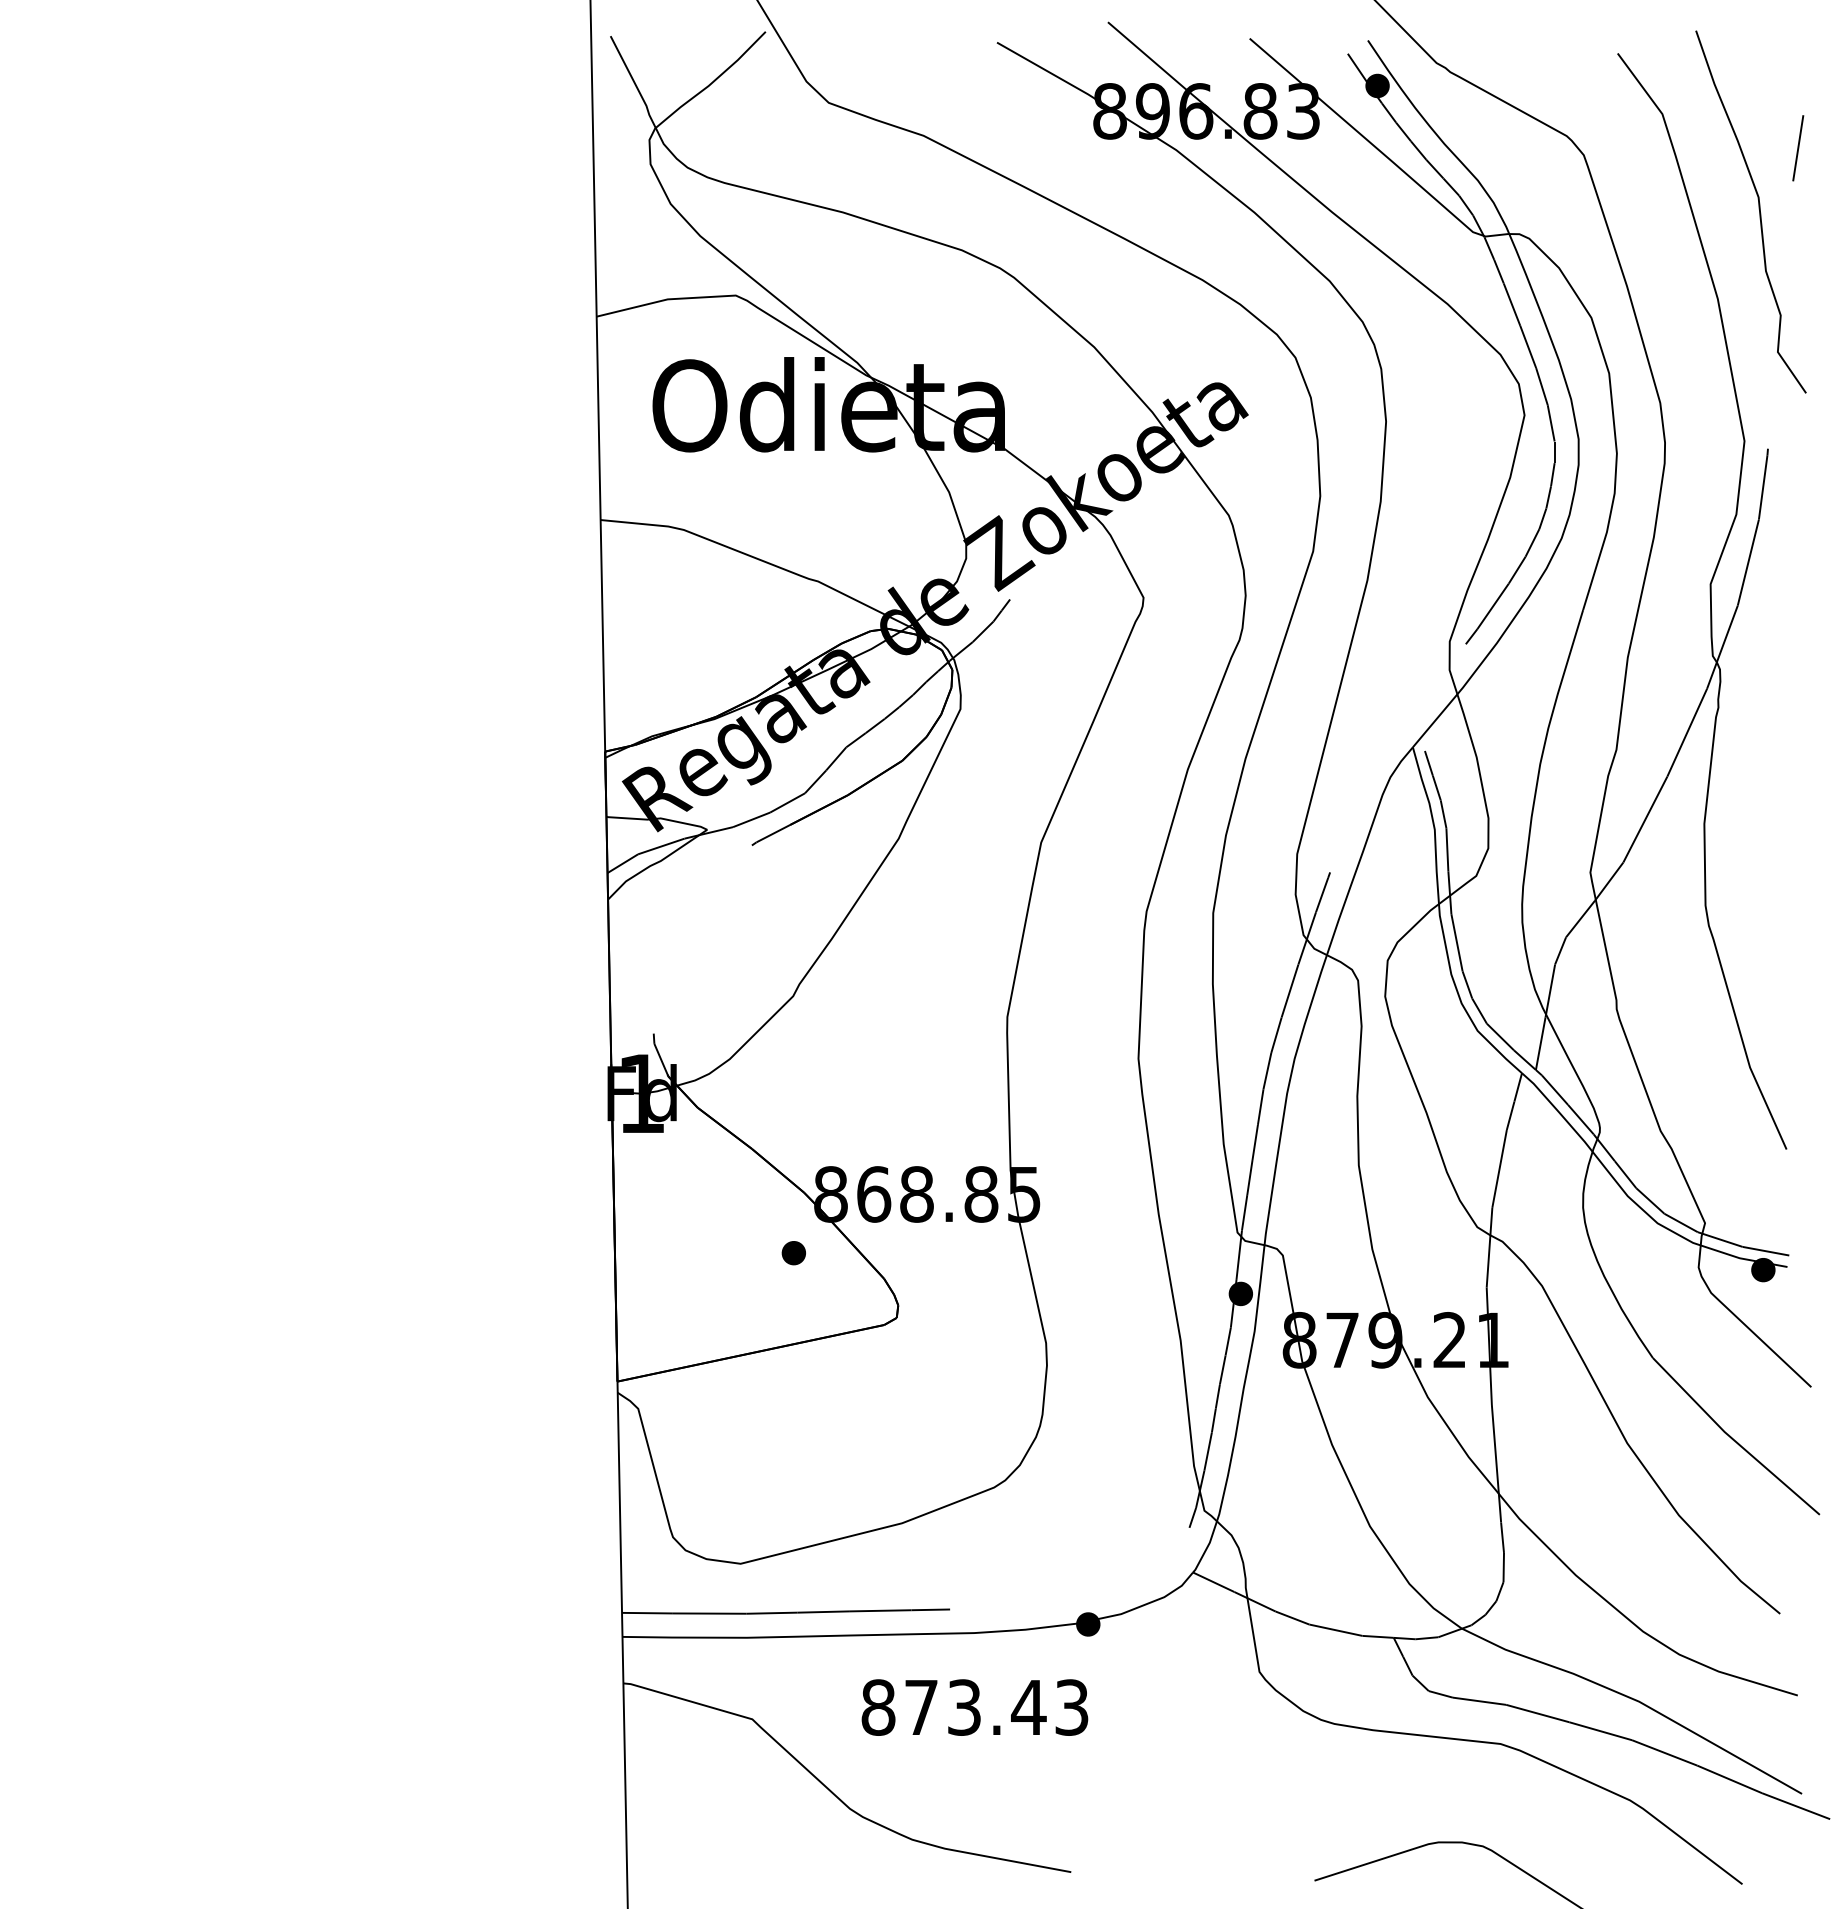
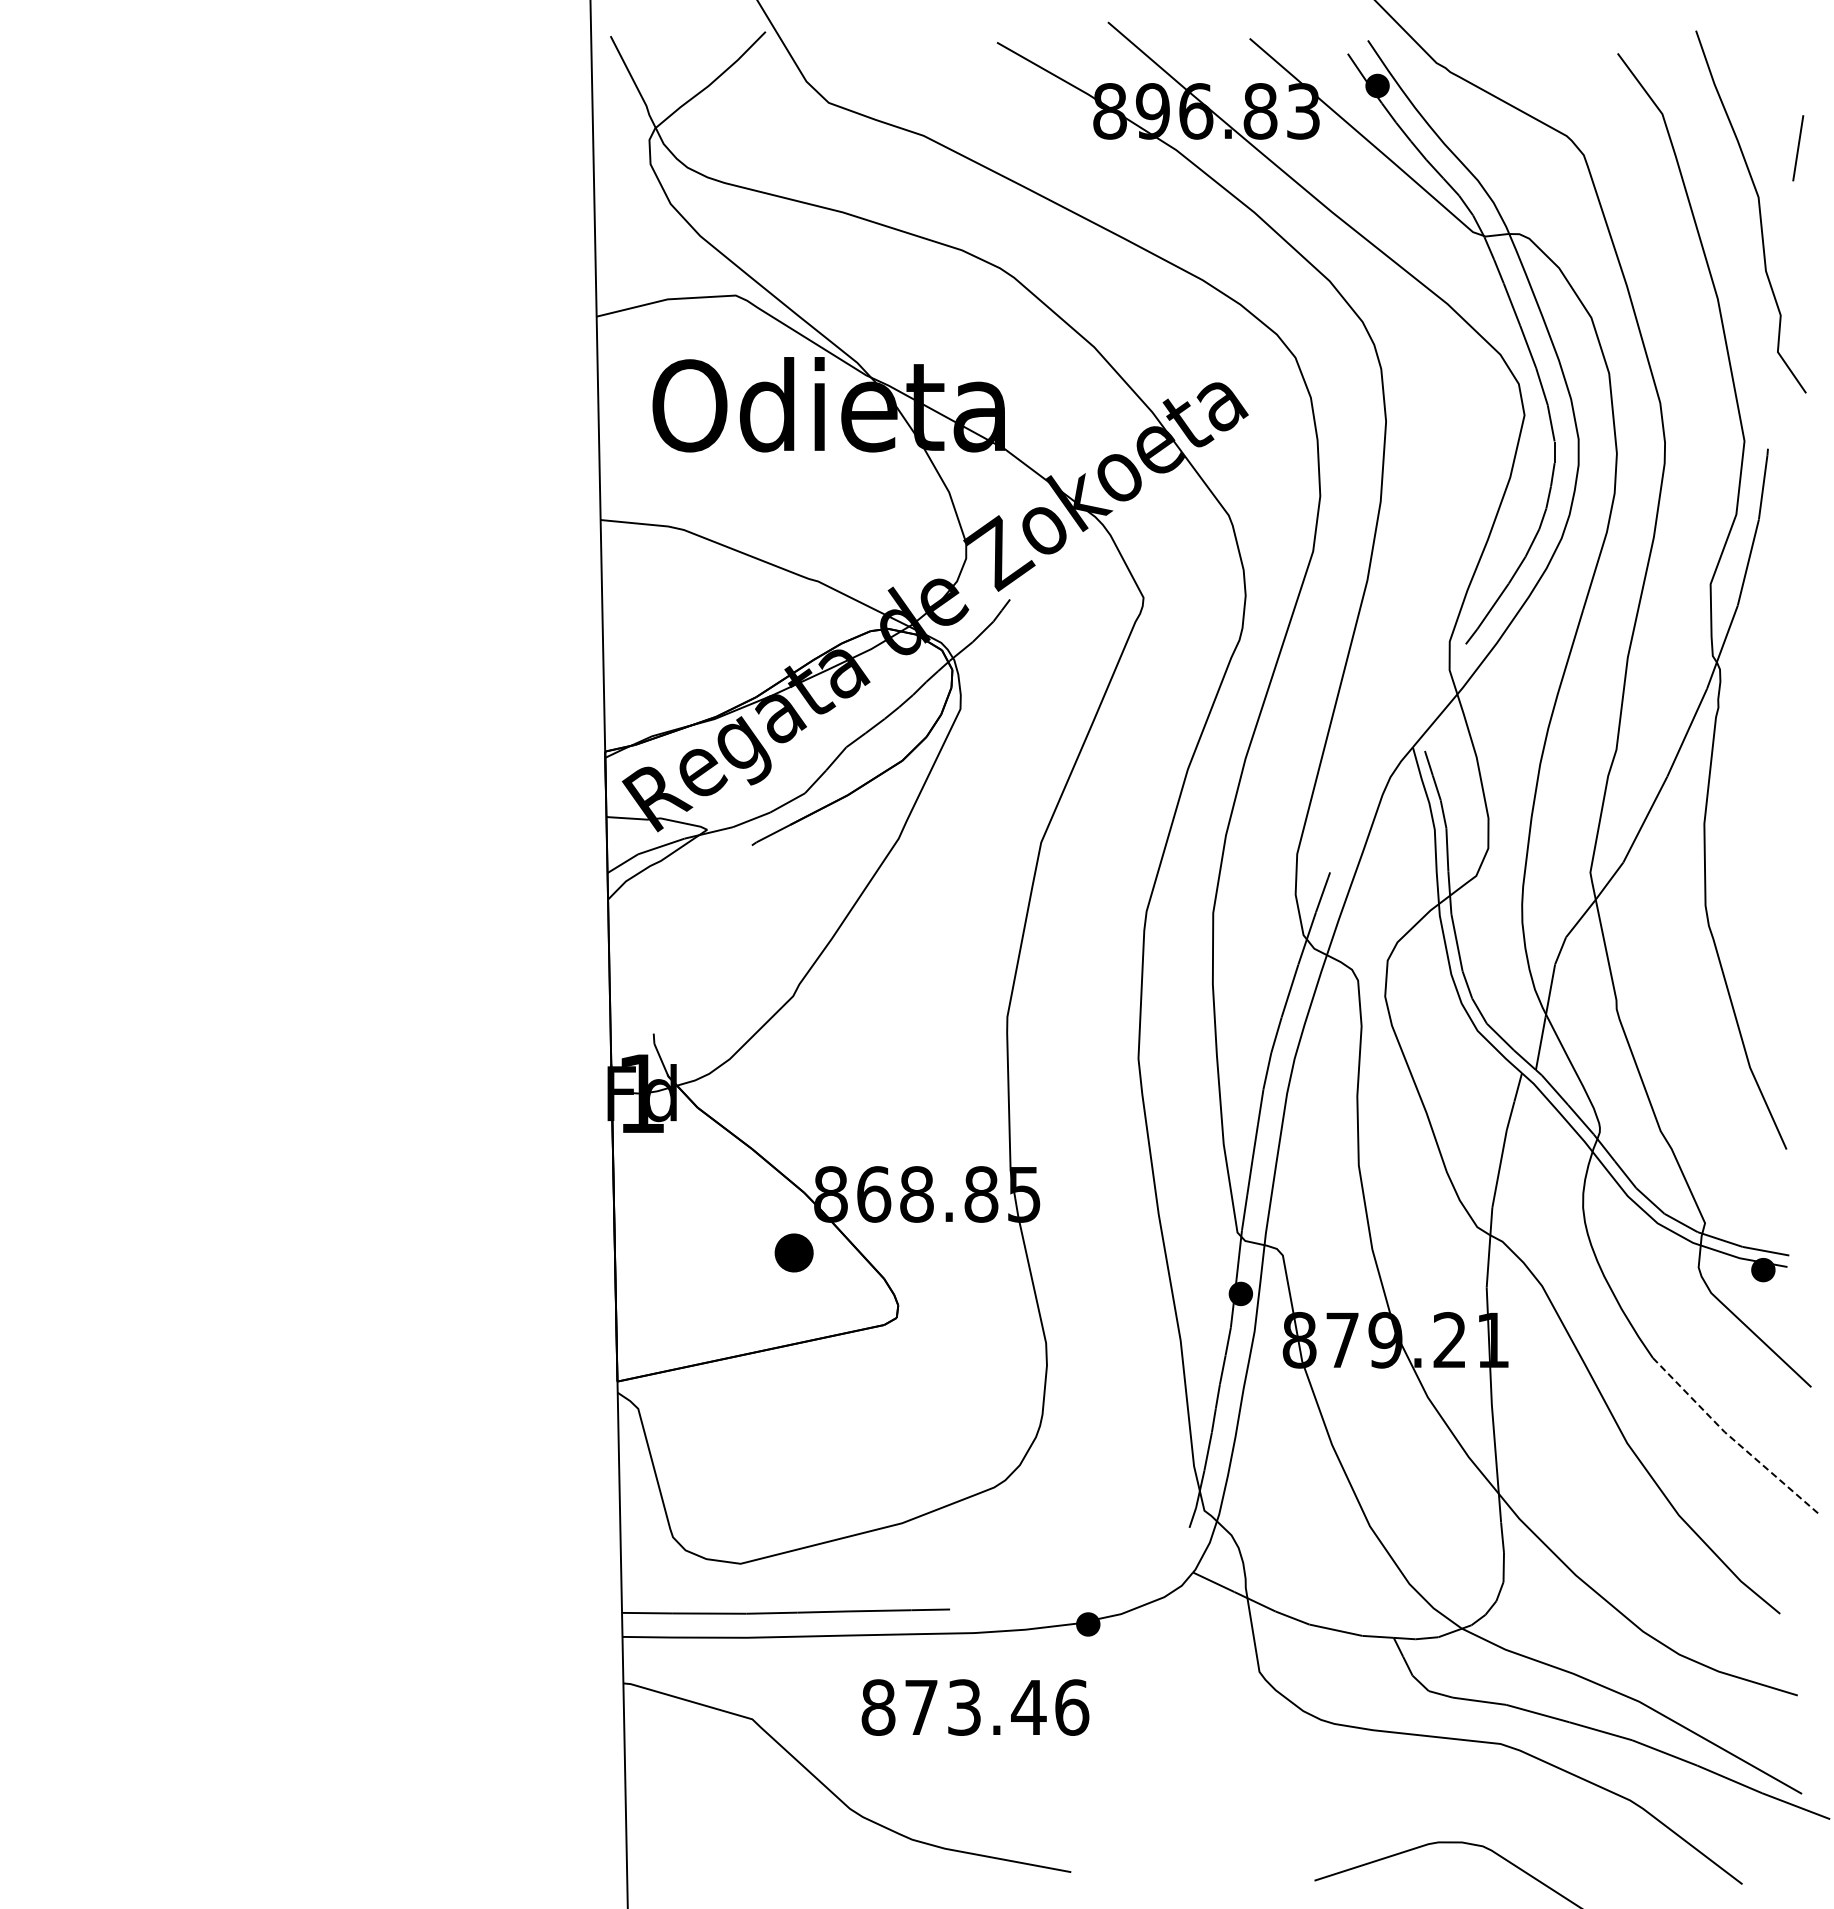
part at (793, 1253) size: 25x25 px -> 40x40 px
line at (1732, 1439): solid -> dashed
text at (1072, 1707): 873.43 -> 873.46
